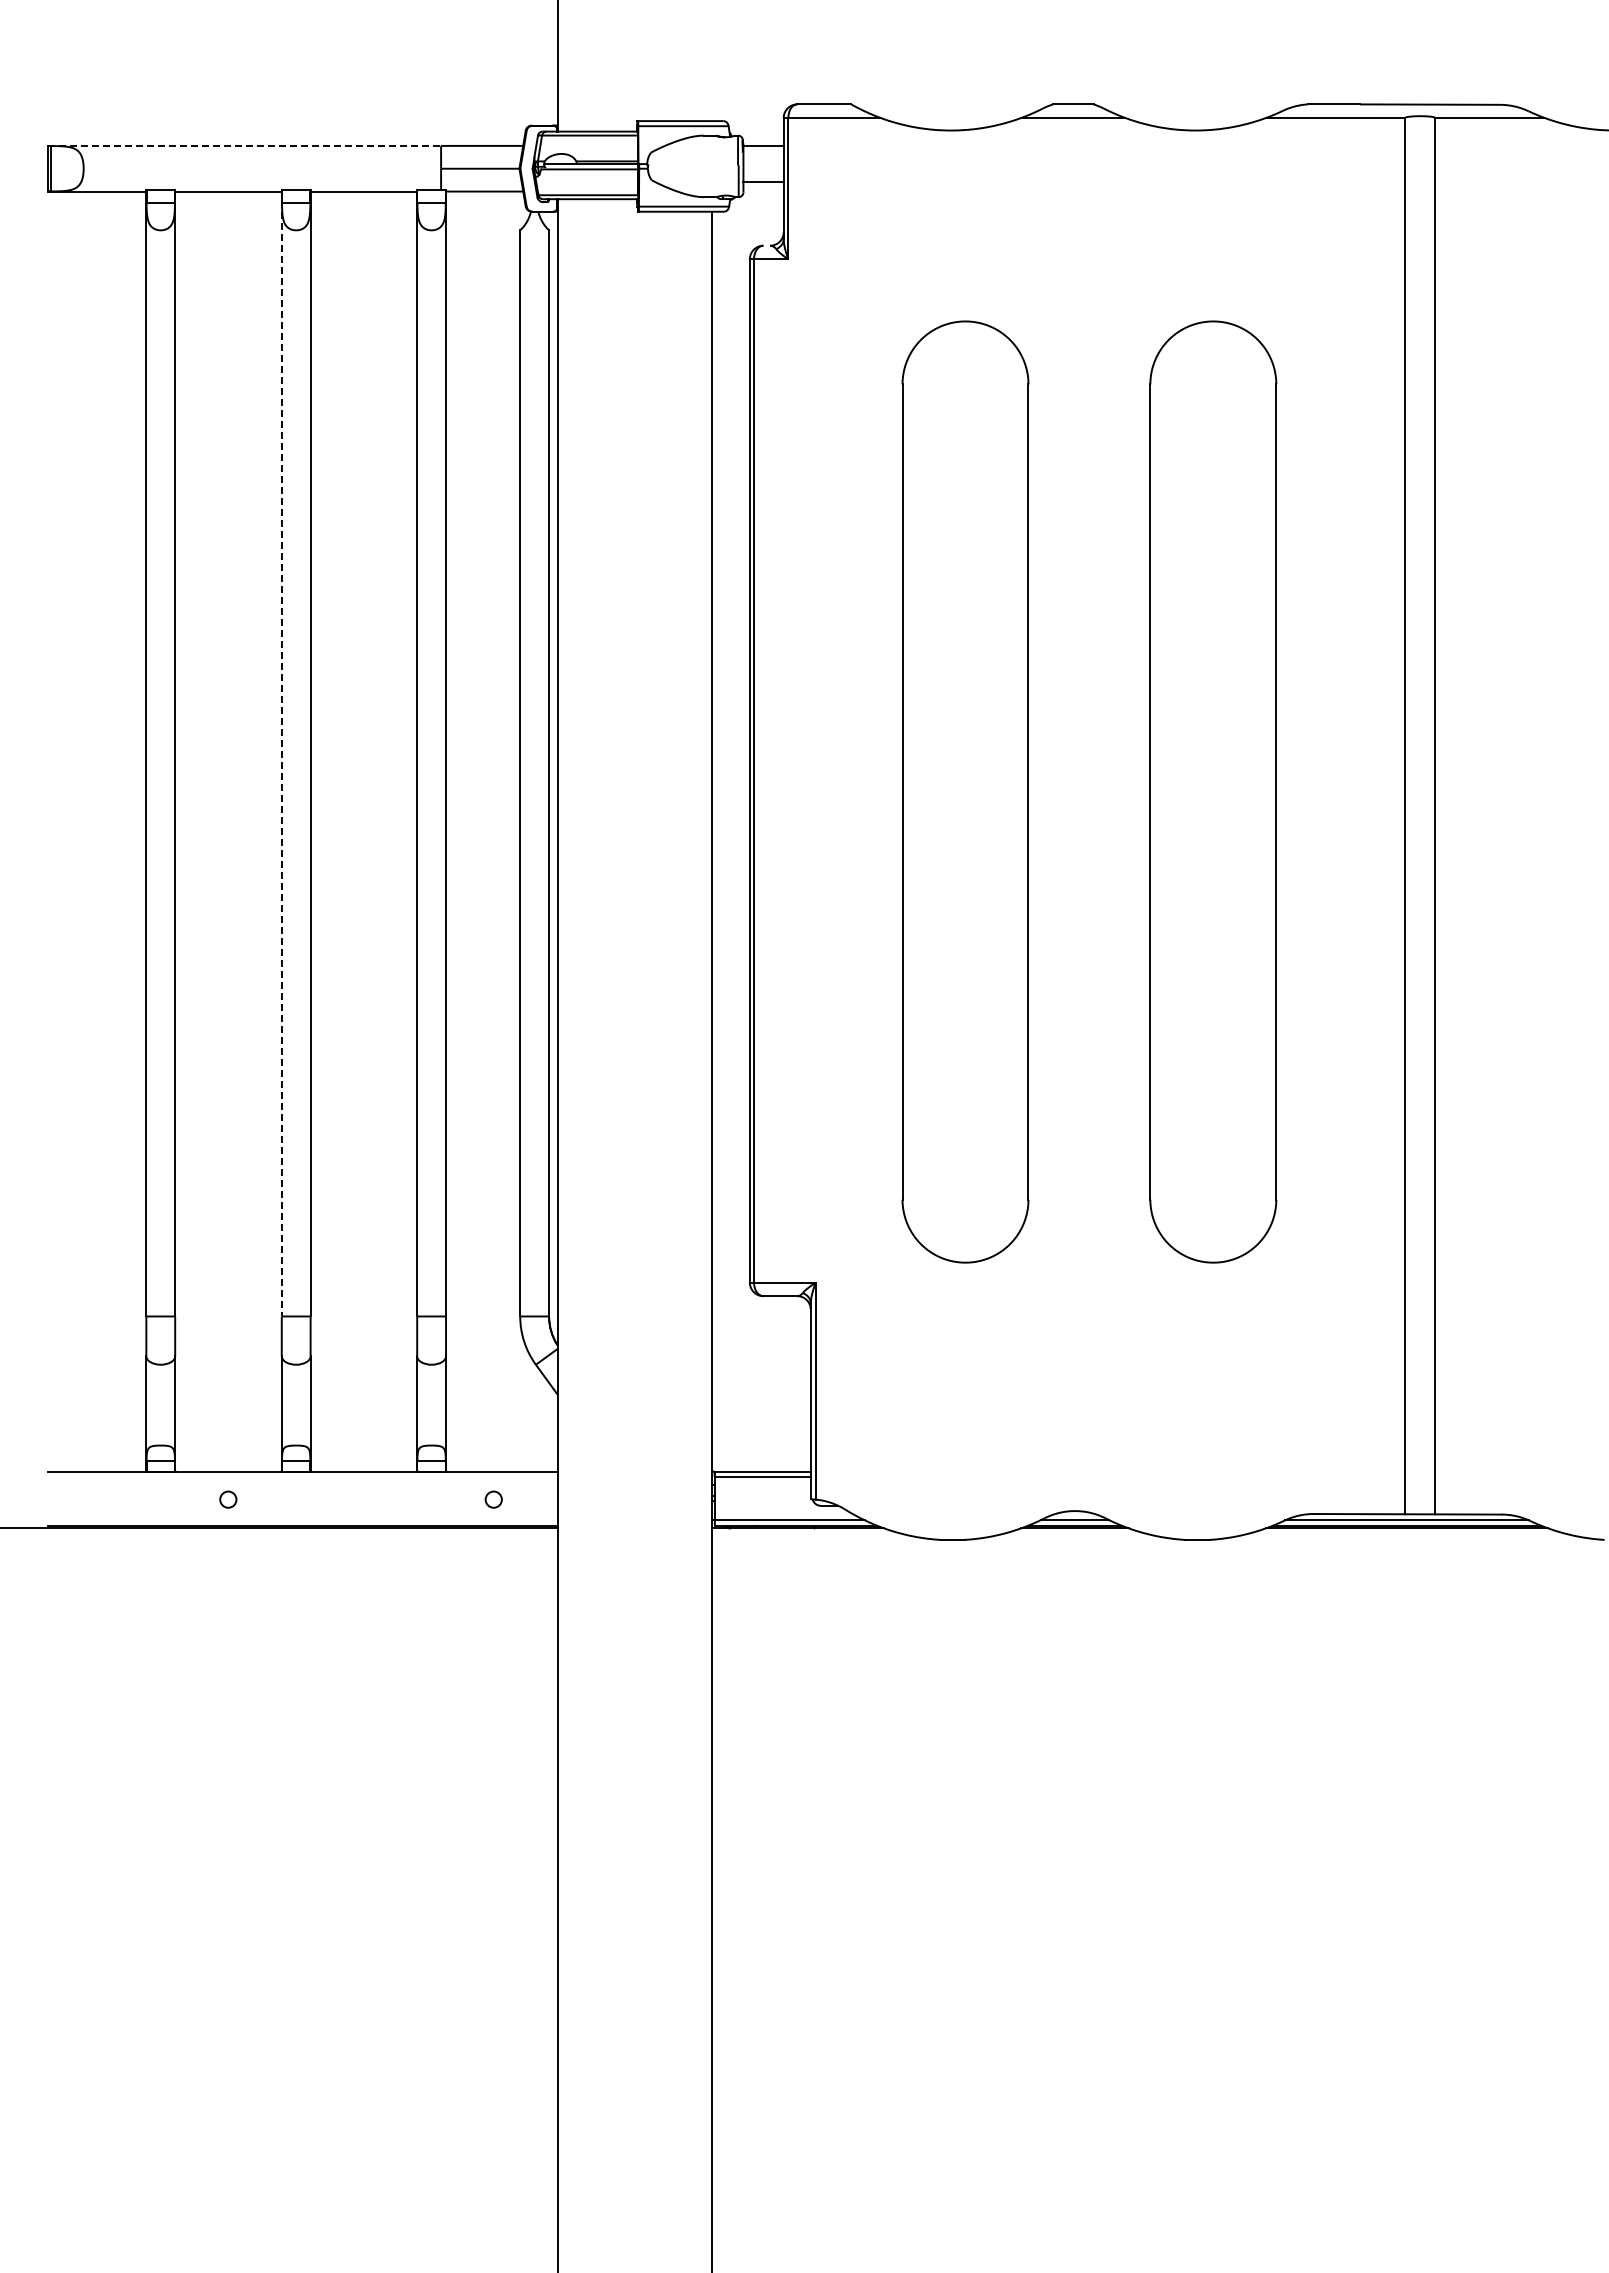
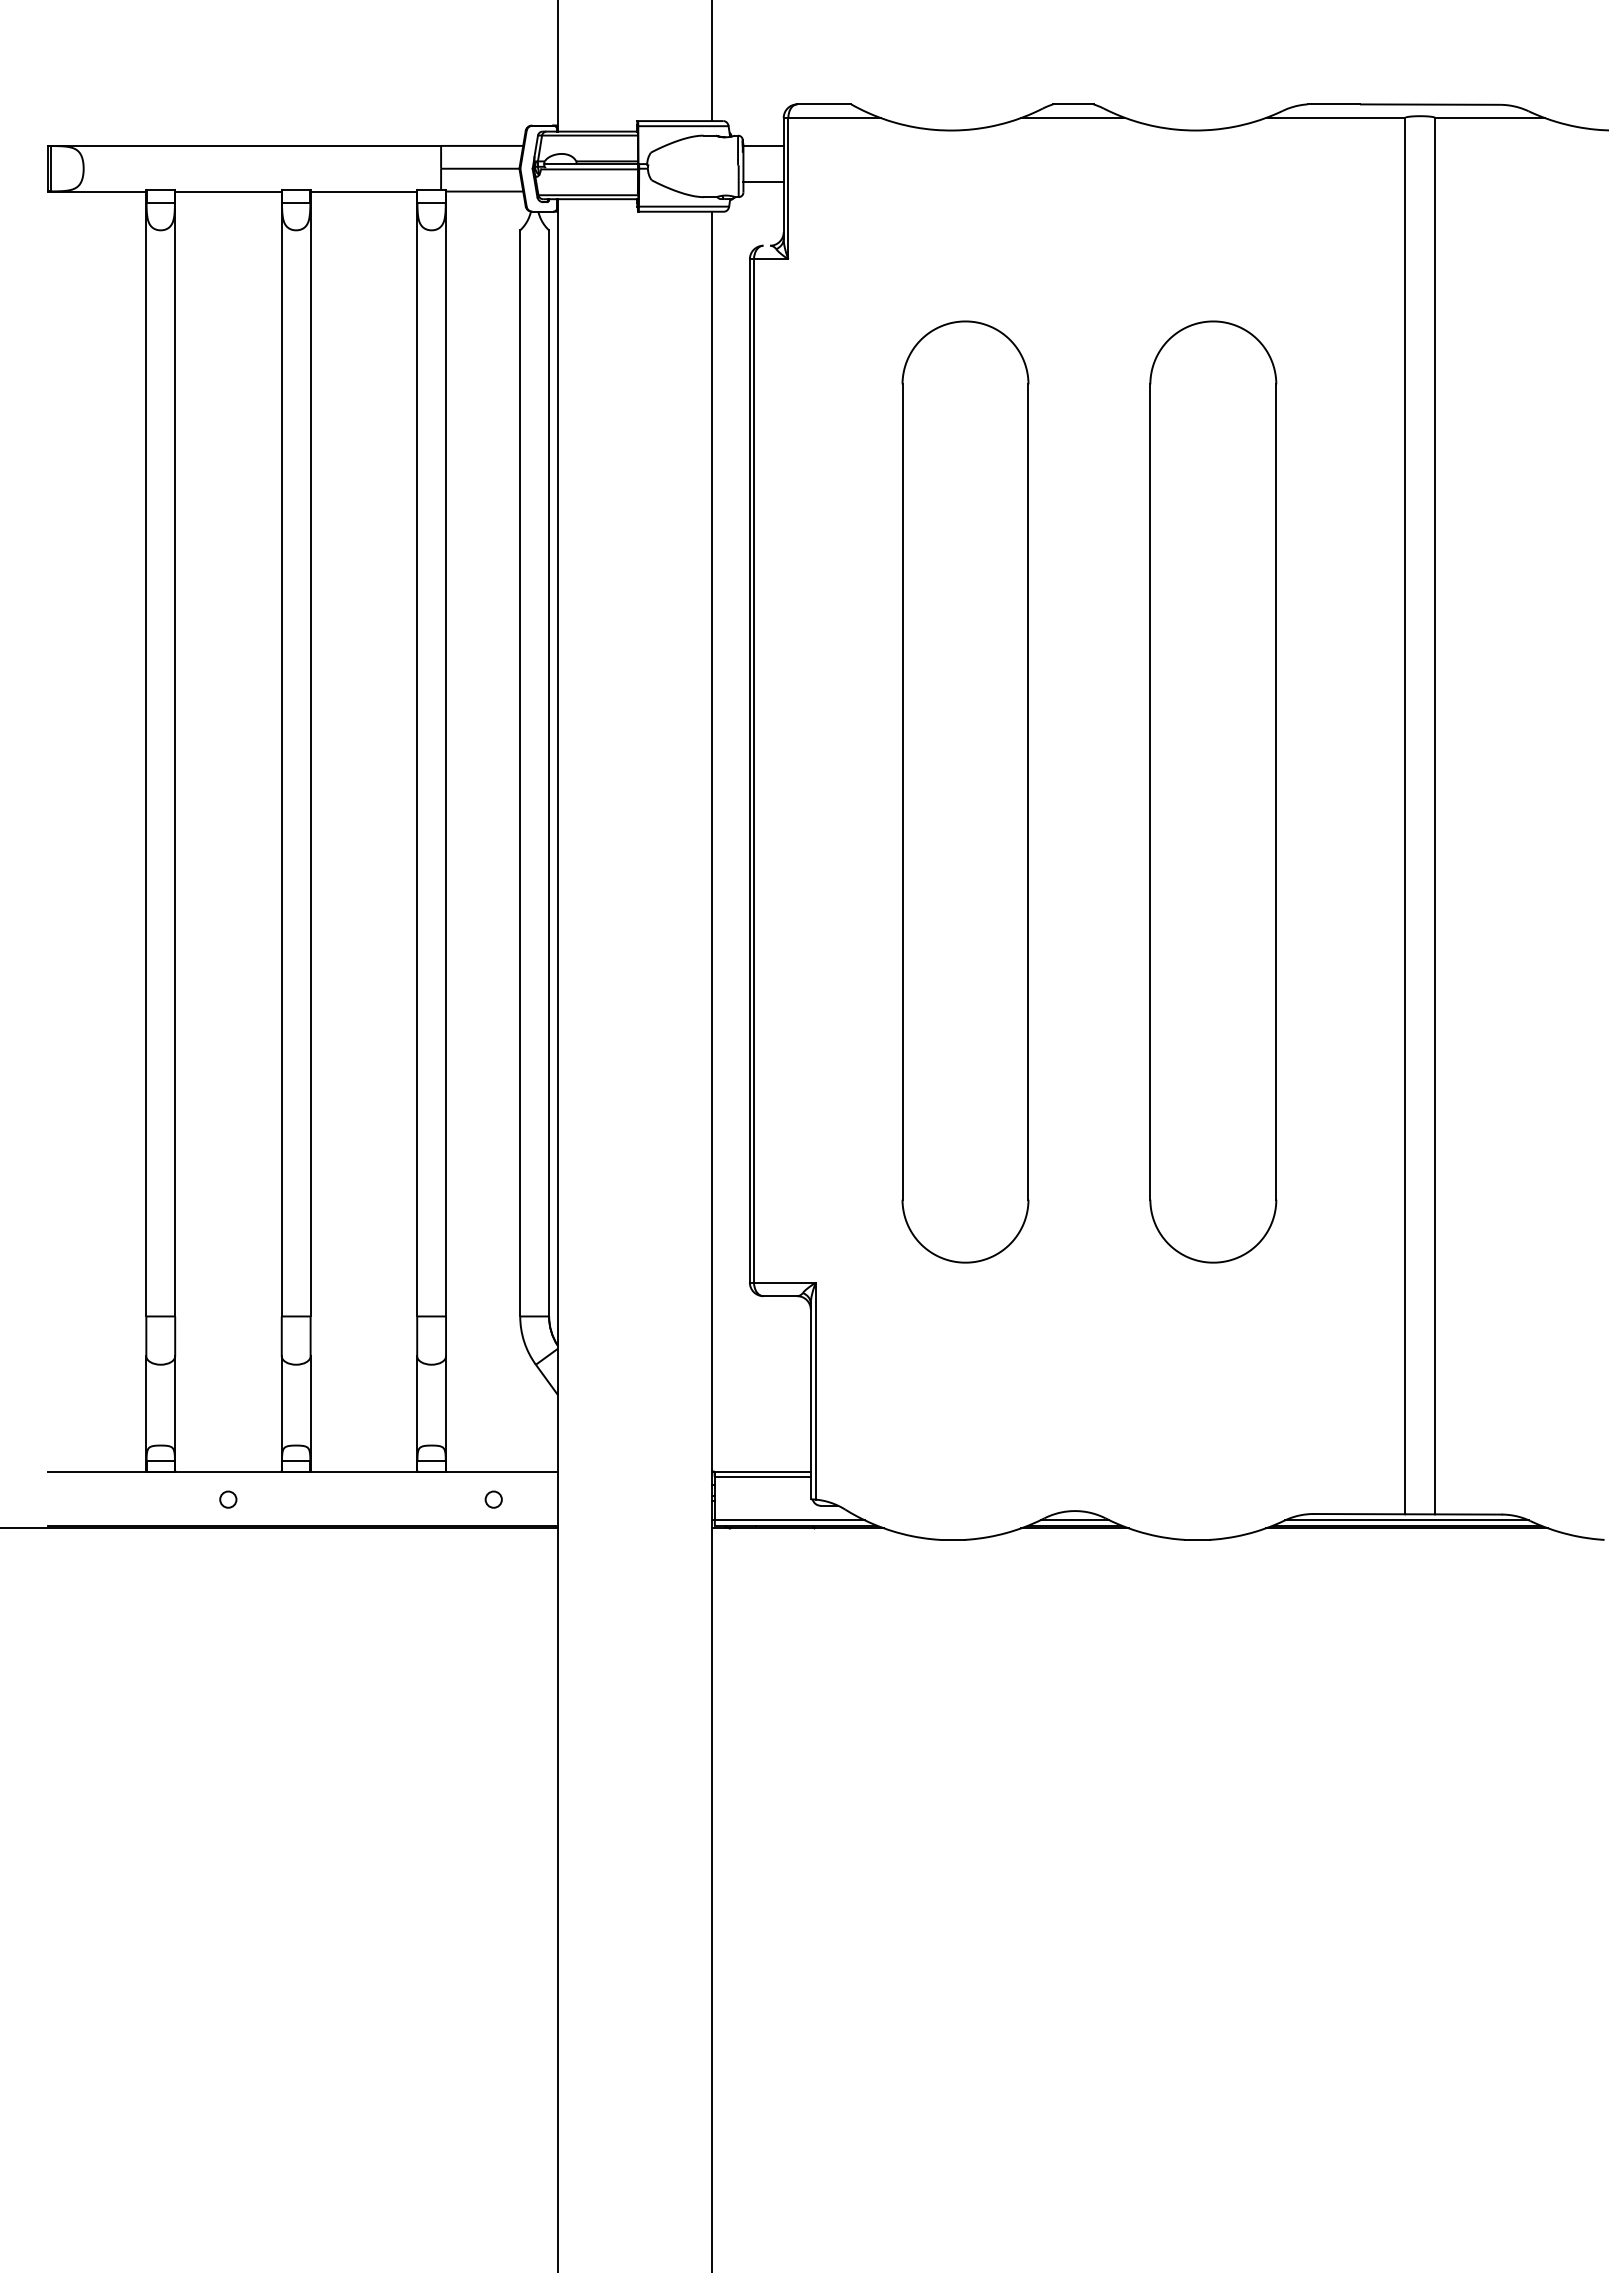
line at (711, 61): none -> present
line at (245, 145): dashed -> solid
line at (281, 753): dashed -> solid
